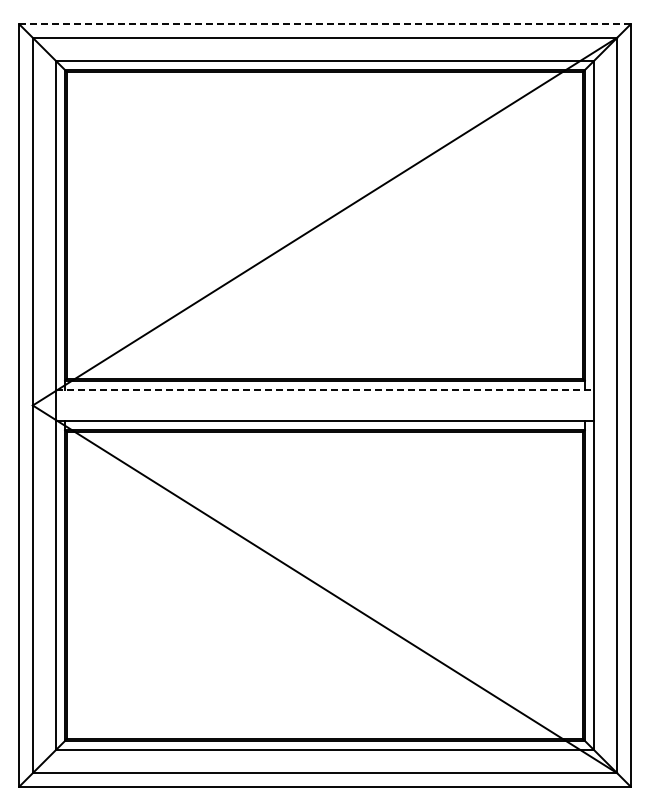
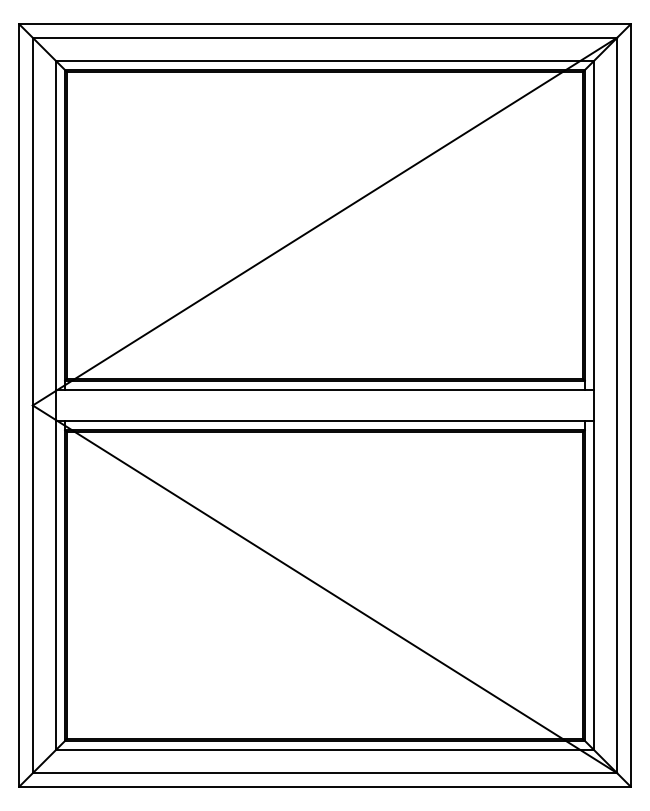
line at (325, 24): dashed -> solid
line at (325, 390): dashed -> solid
